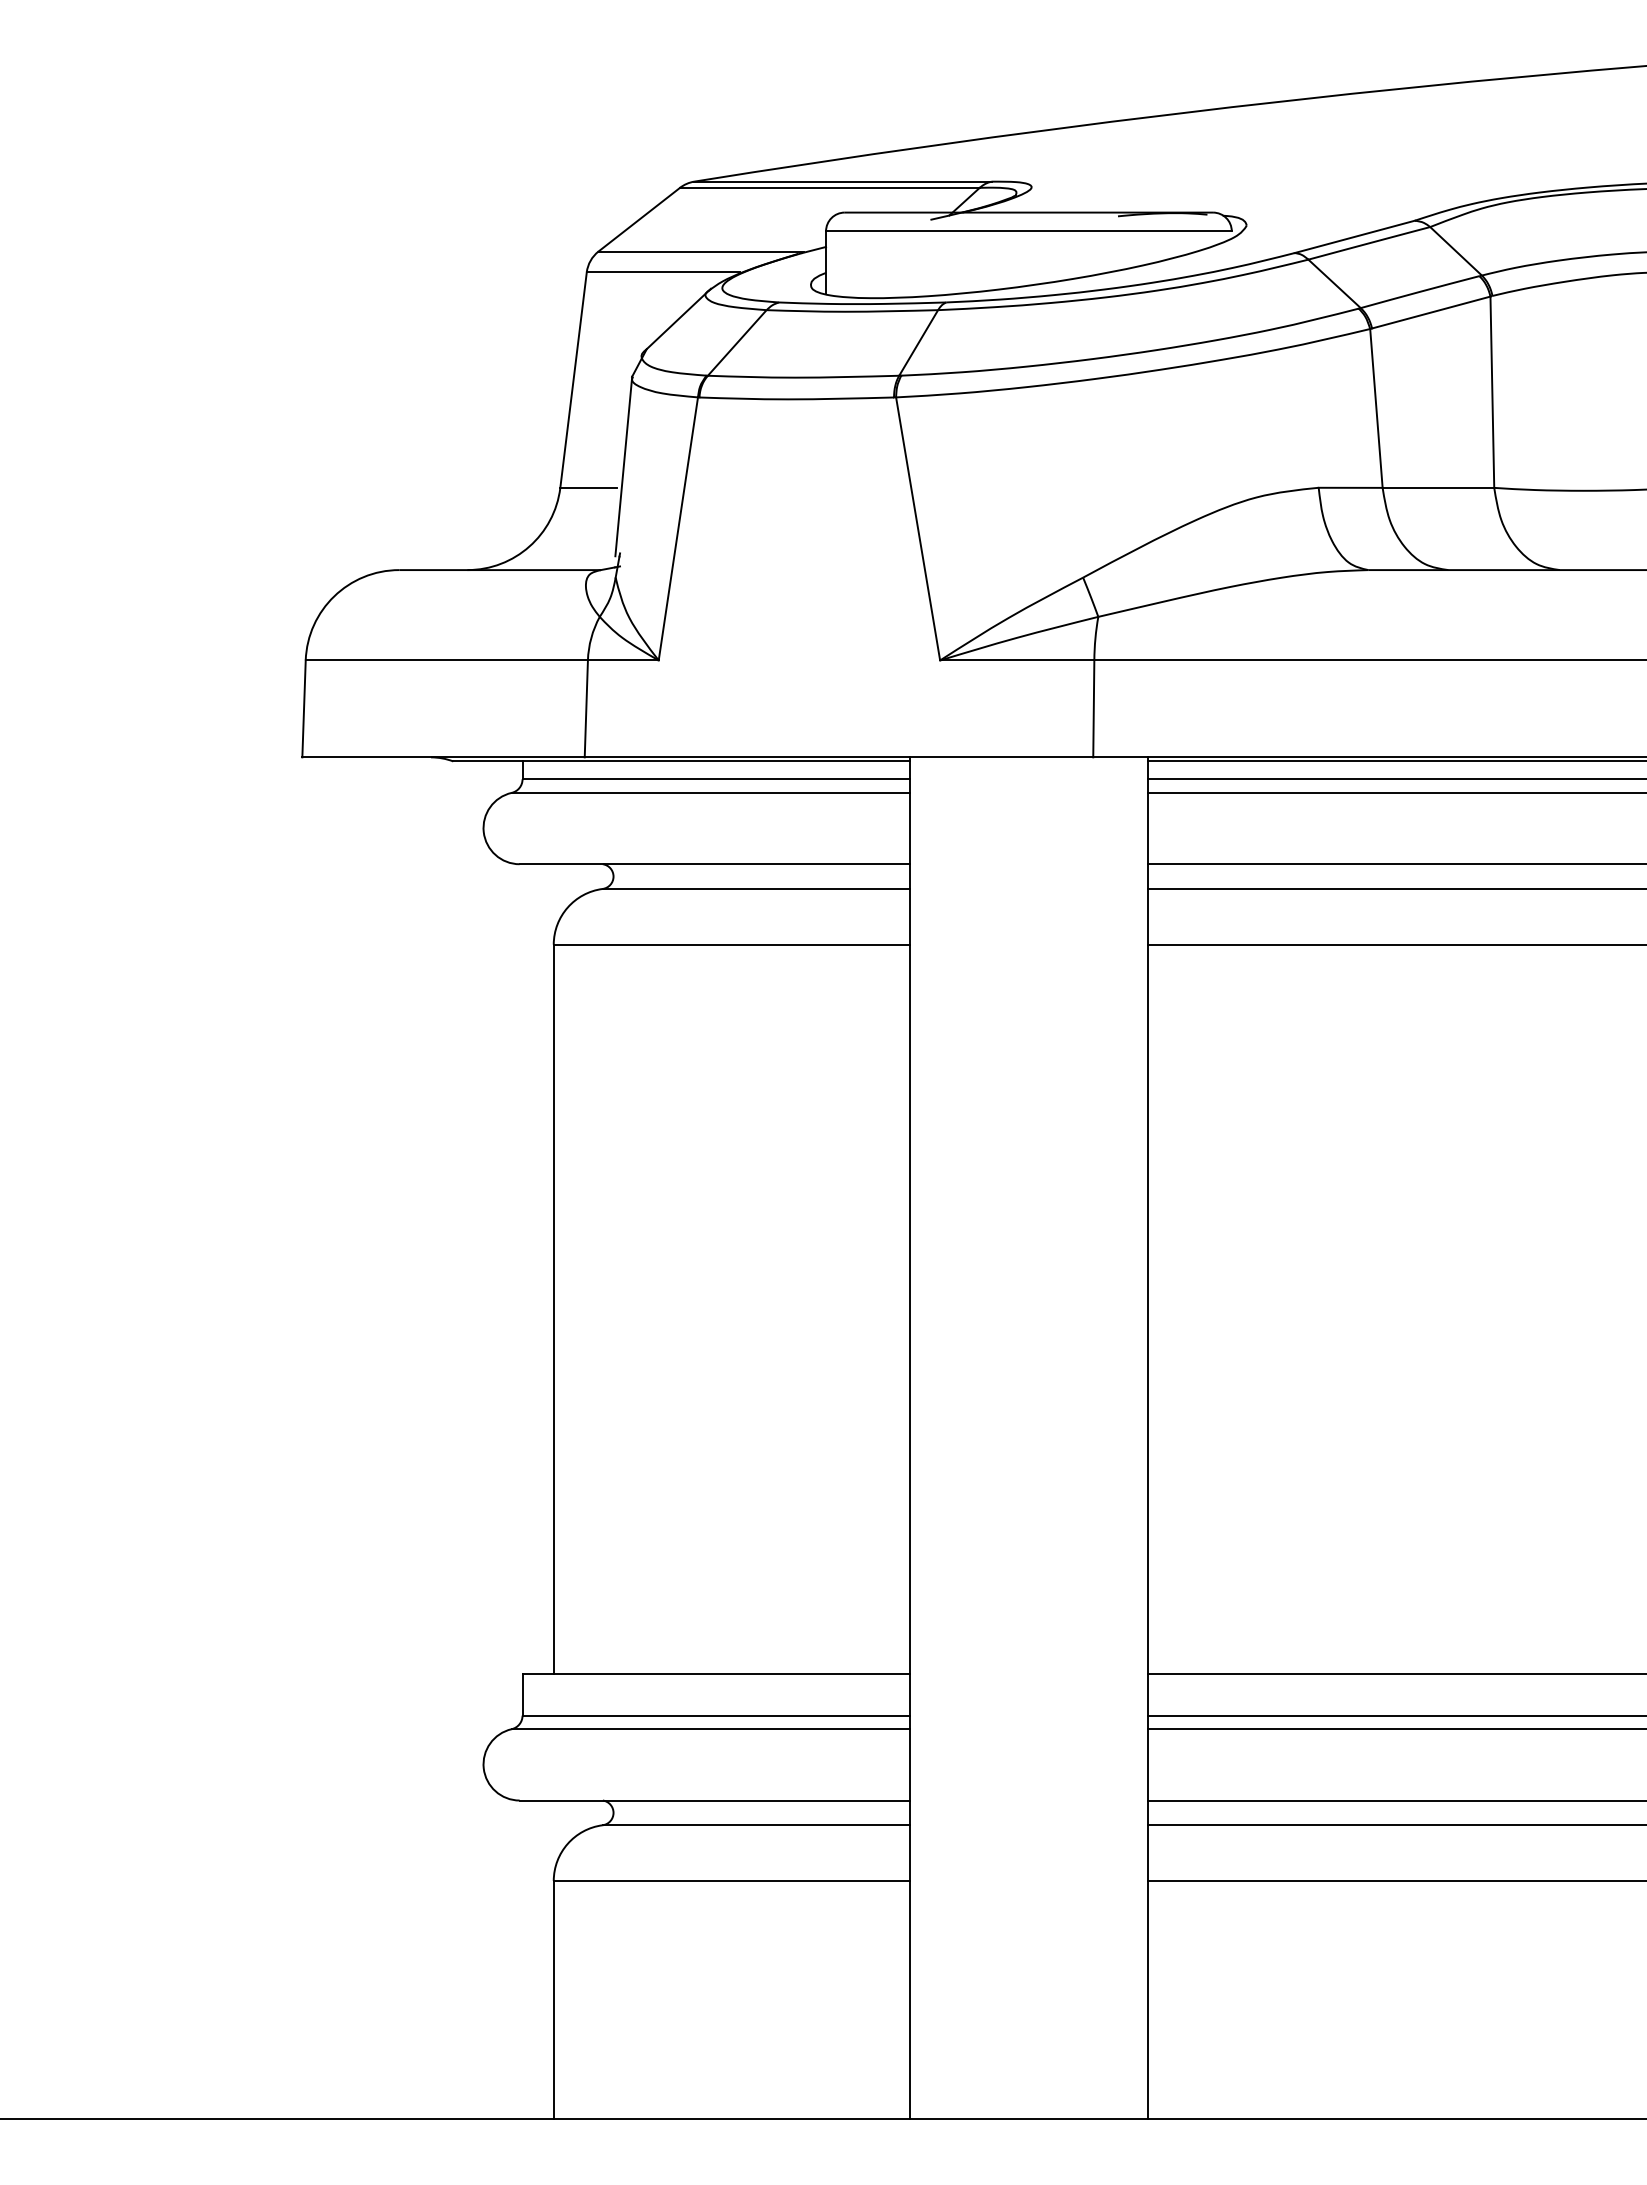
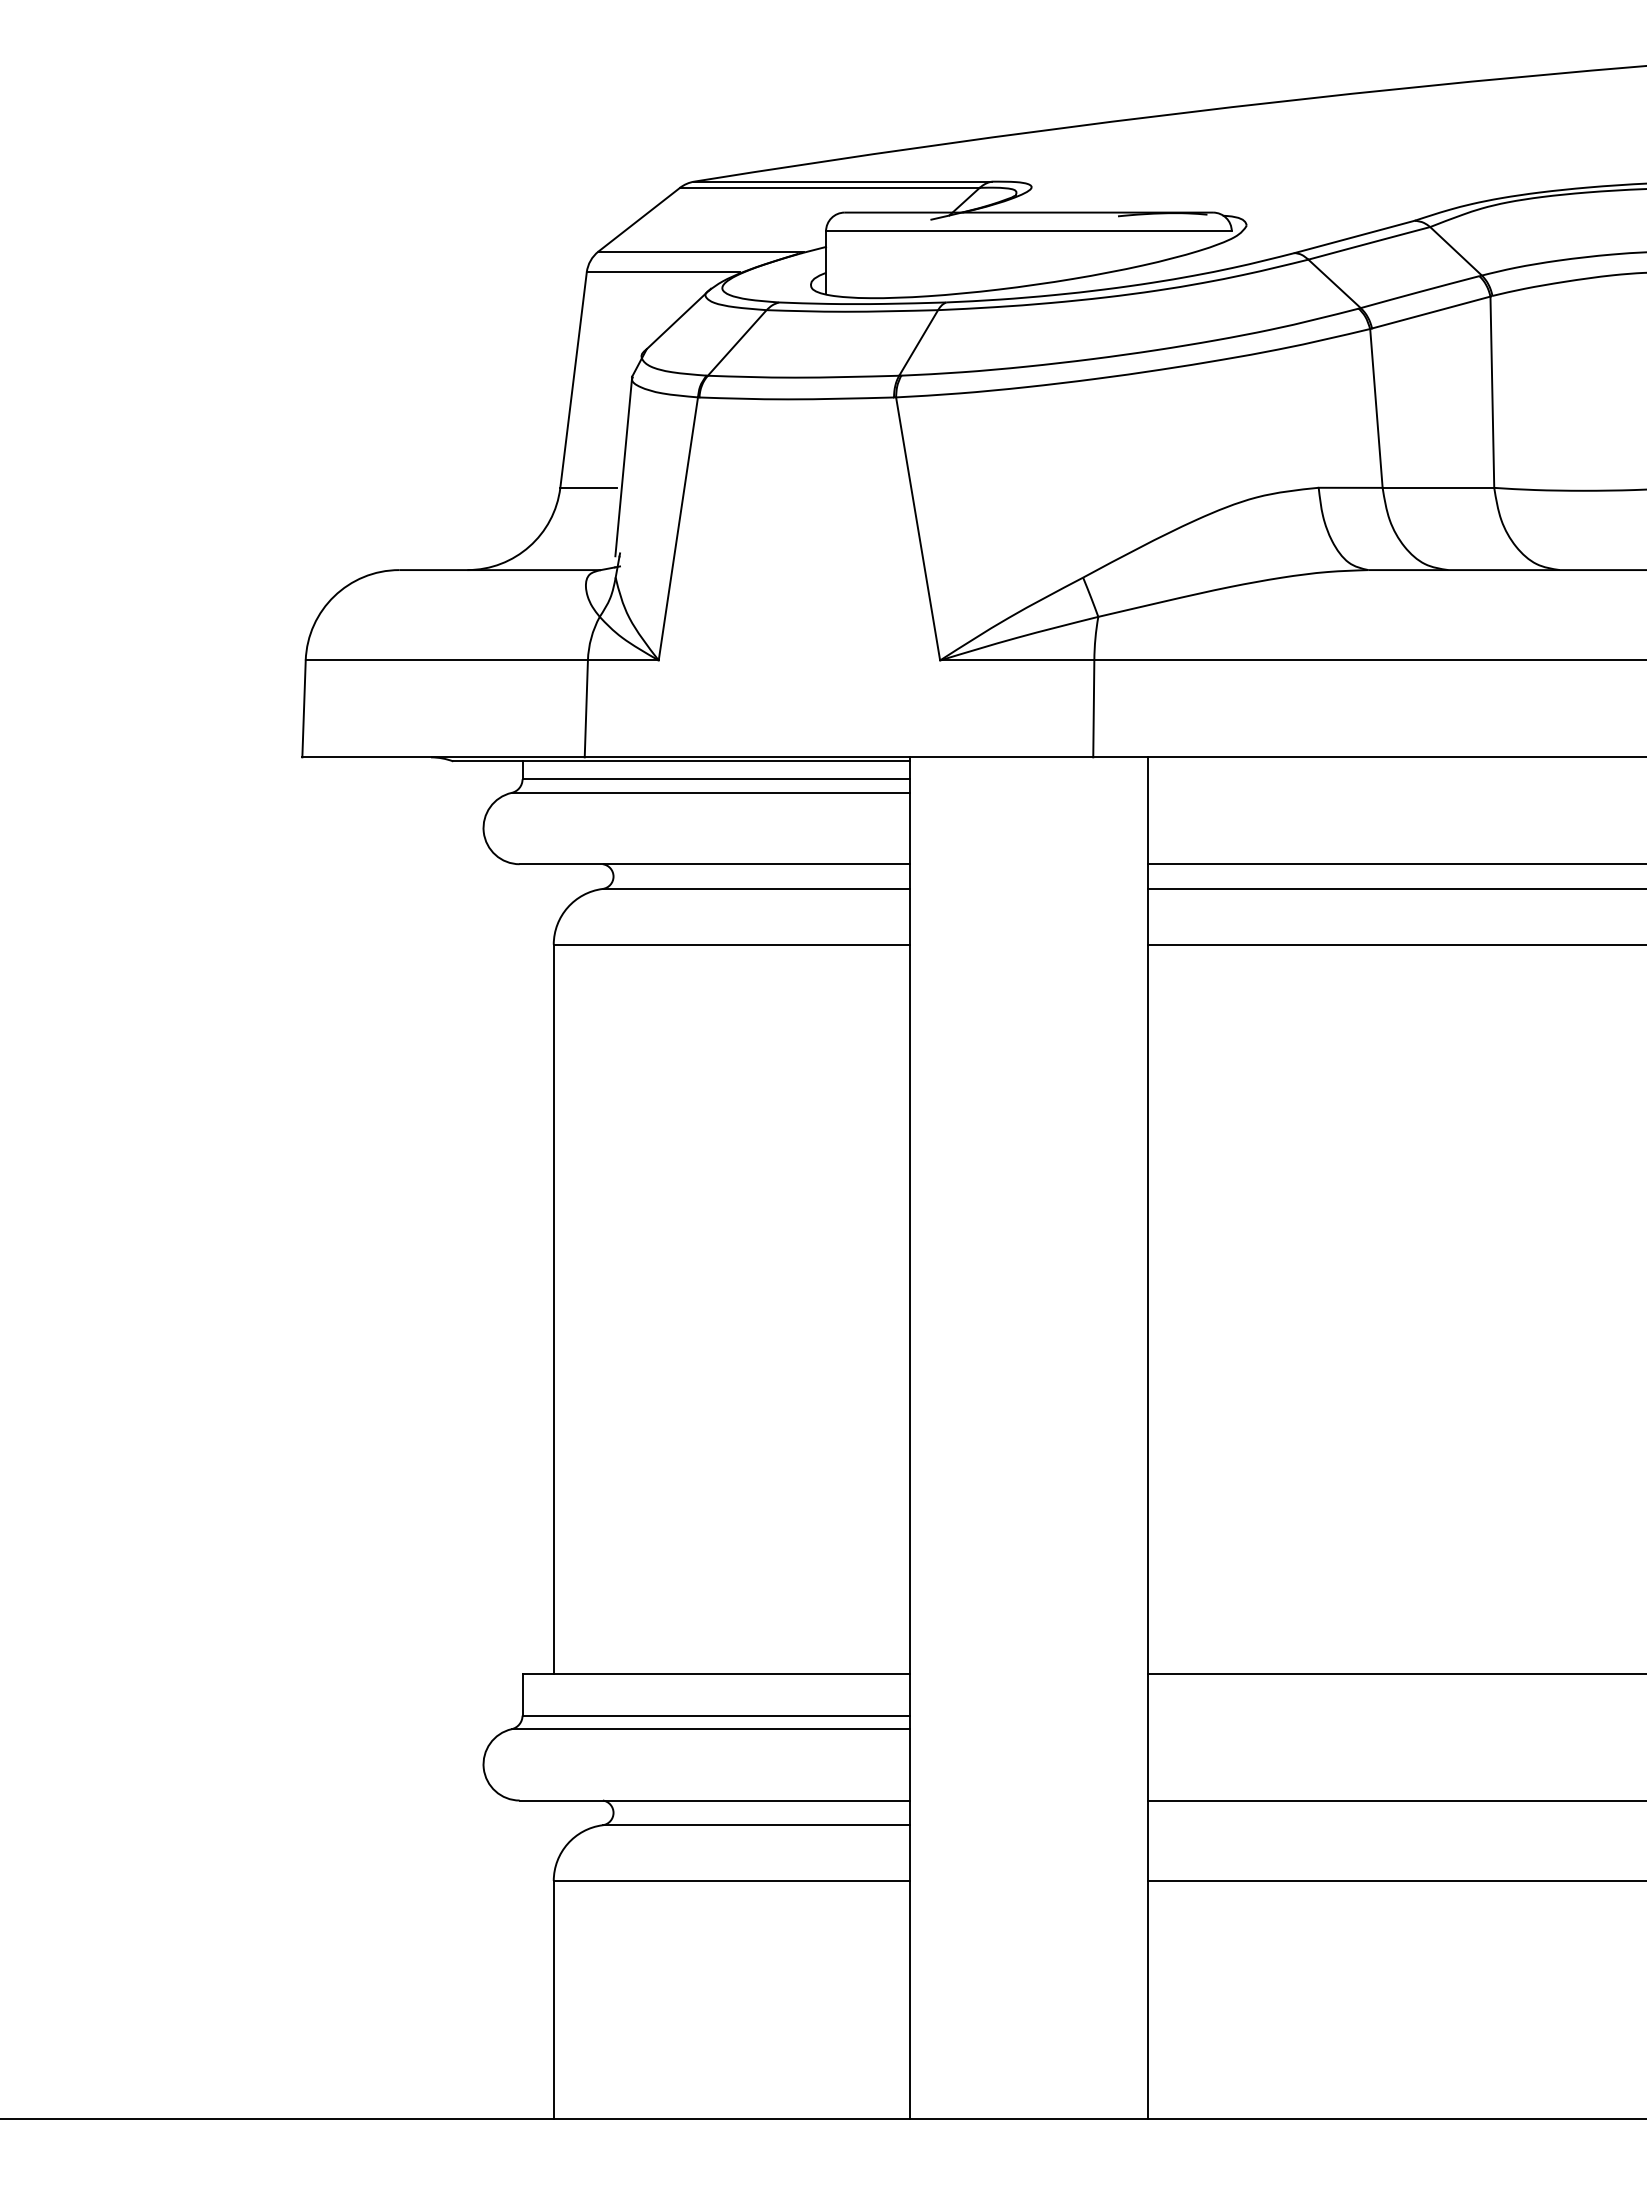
line at (1395, 761): present -> none
line at (1395, 779): present -> none
line at (1395, 792): present -> none
line at (1395, 1715): present -> none
line at (1395, 1729): present -> none
line at (1395, 1825): present -> none
